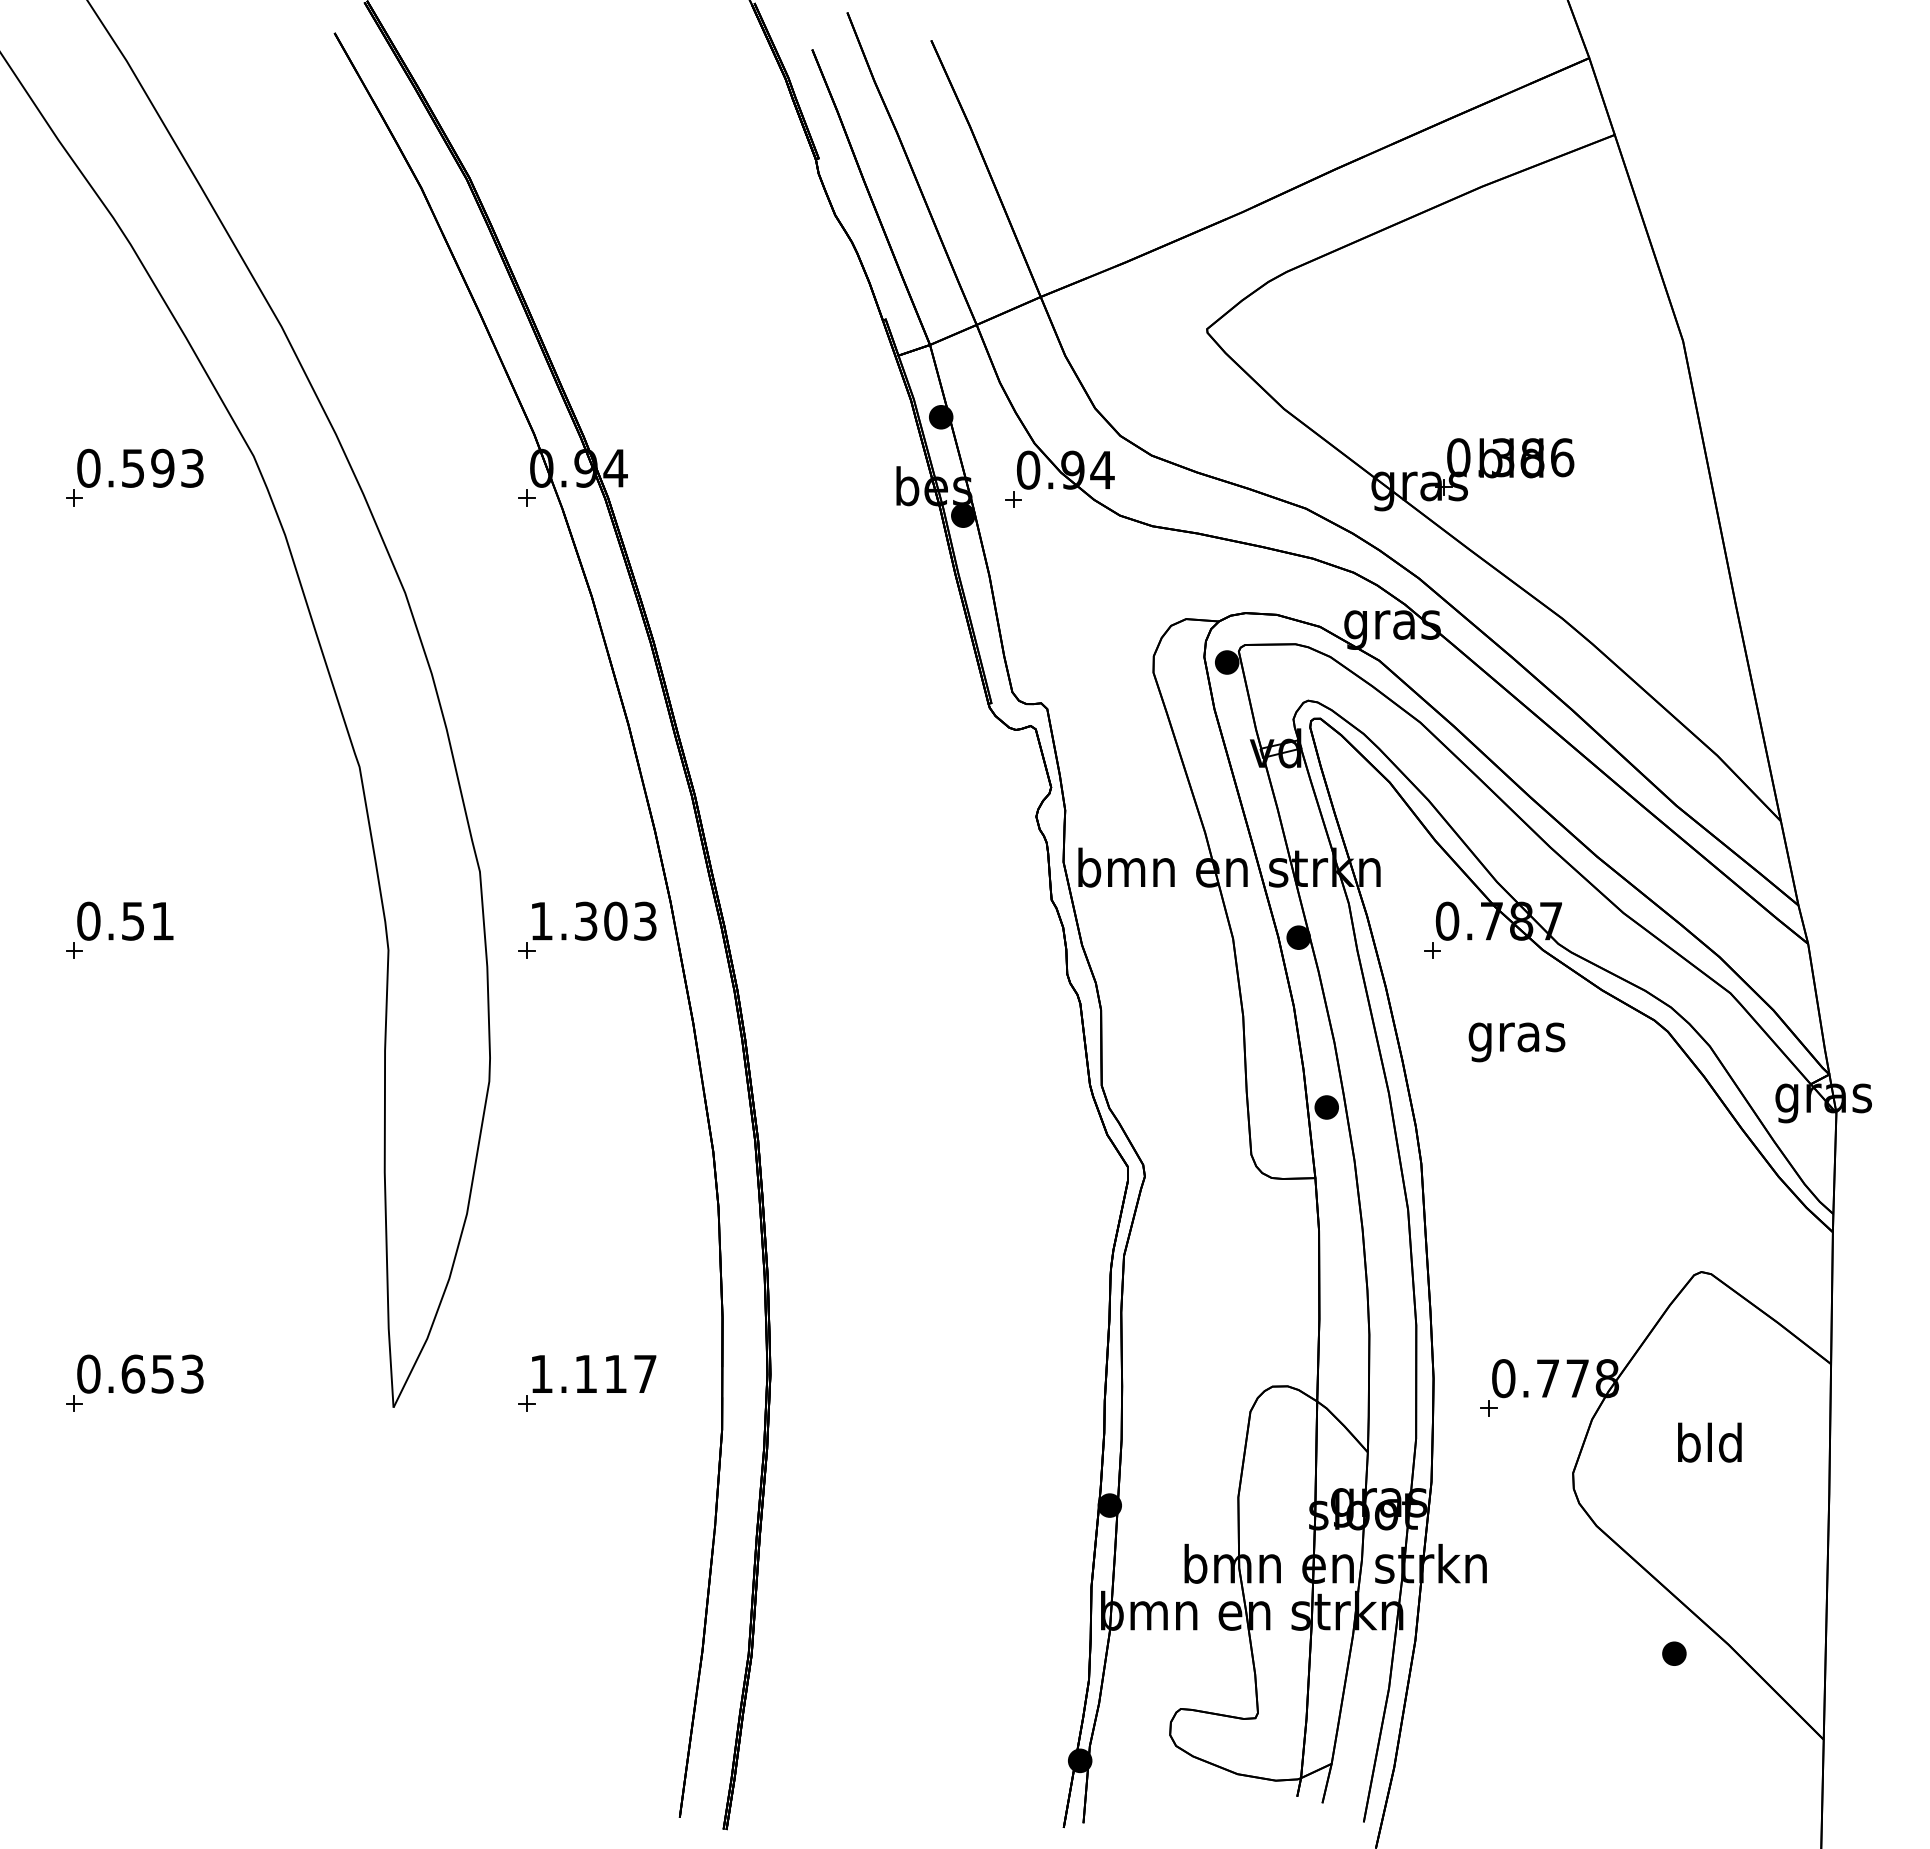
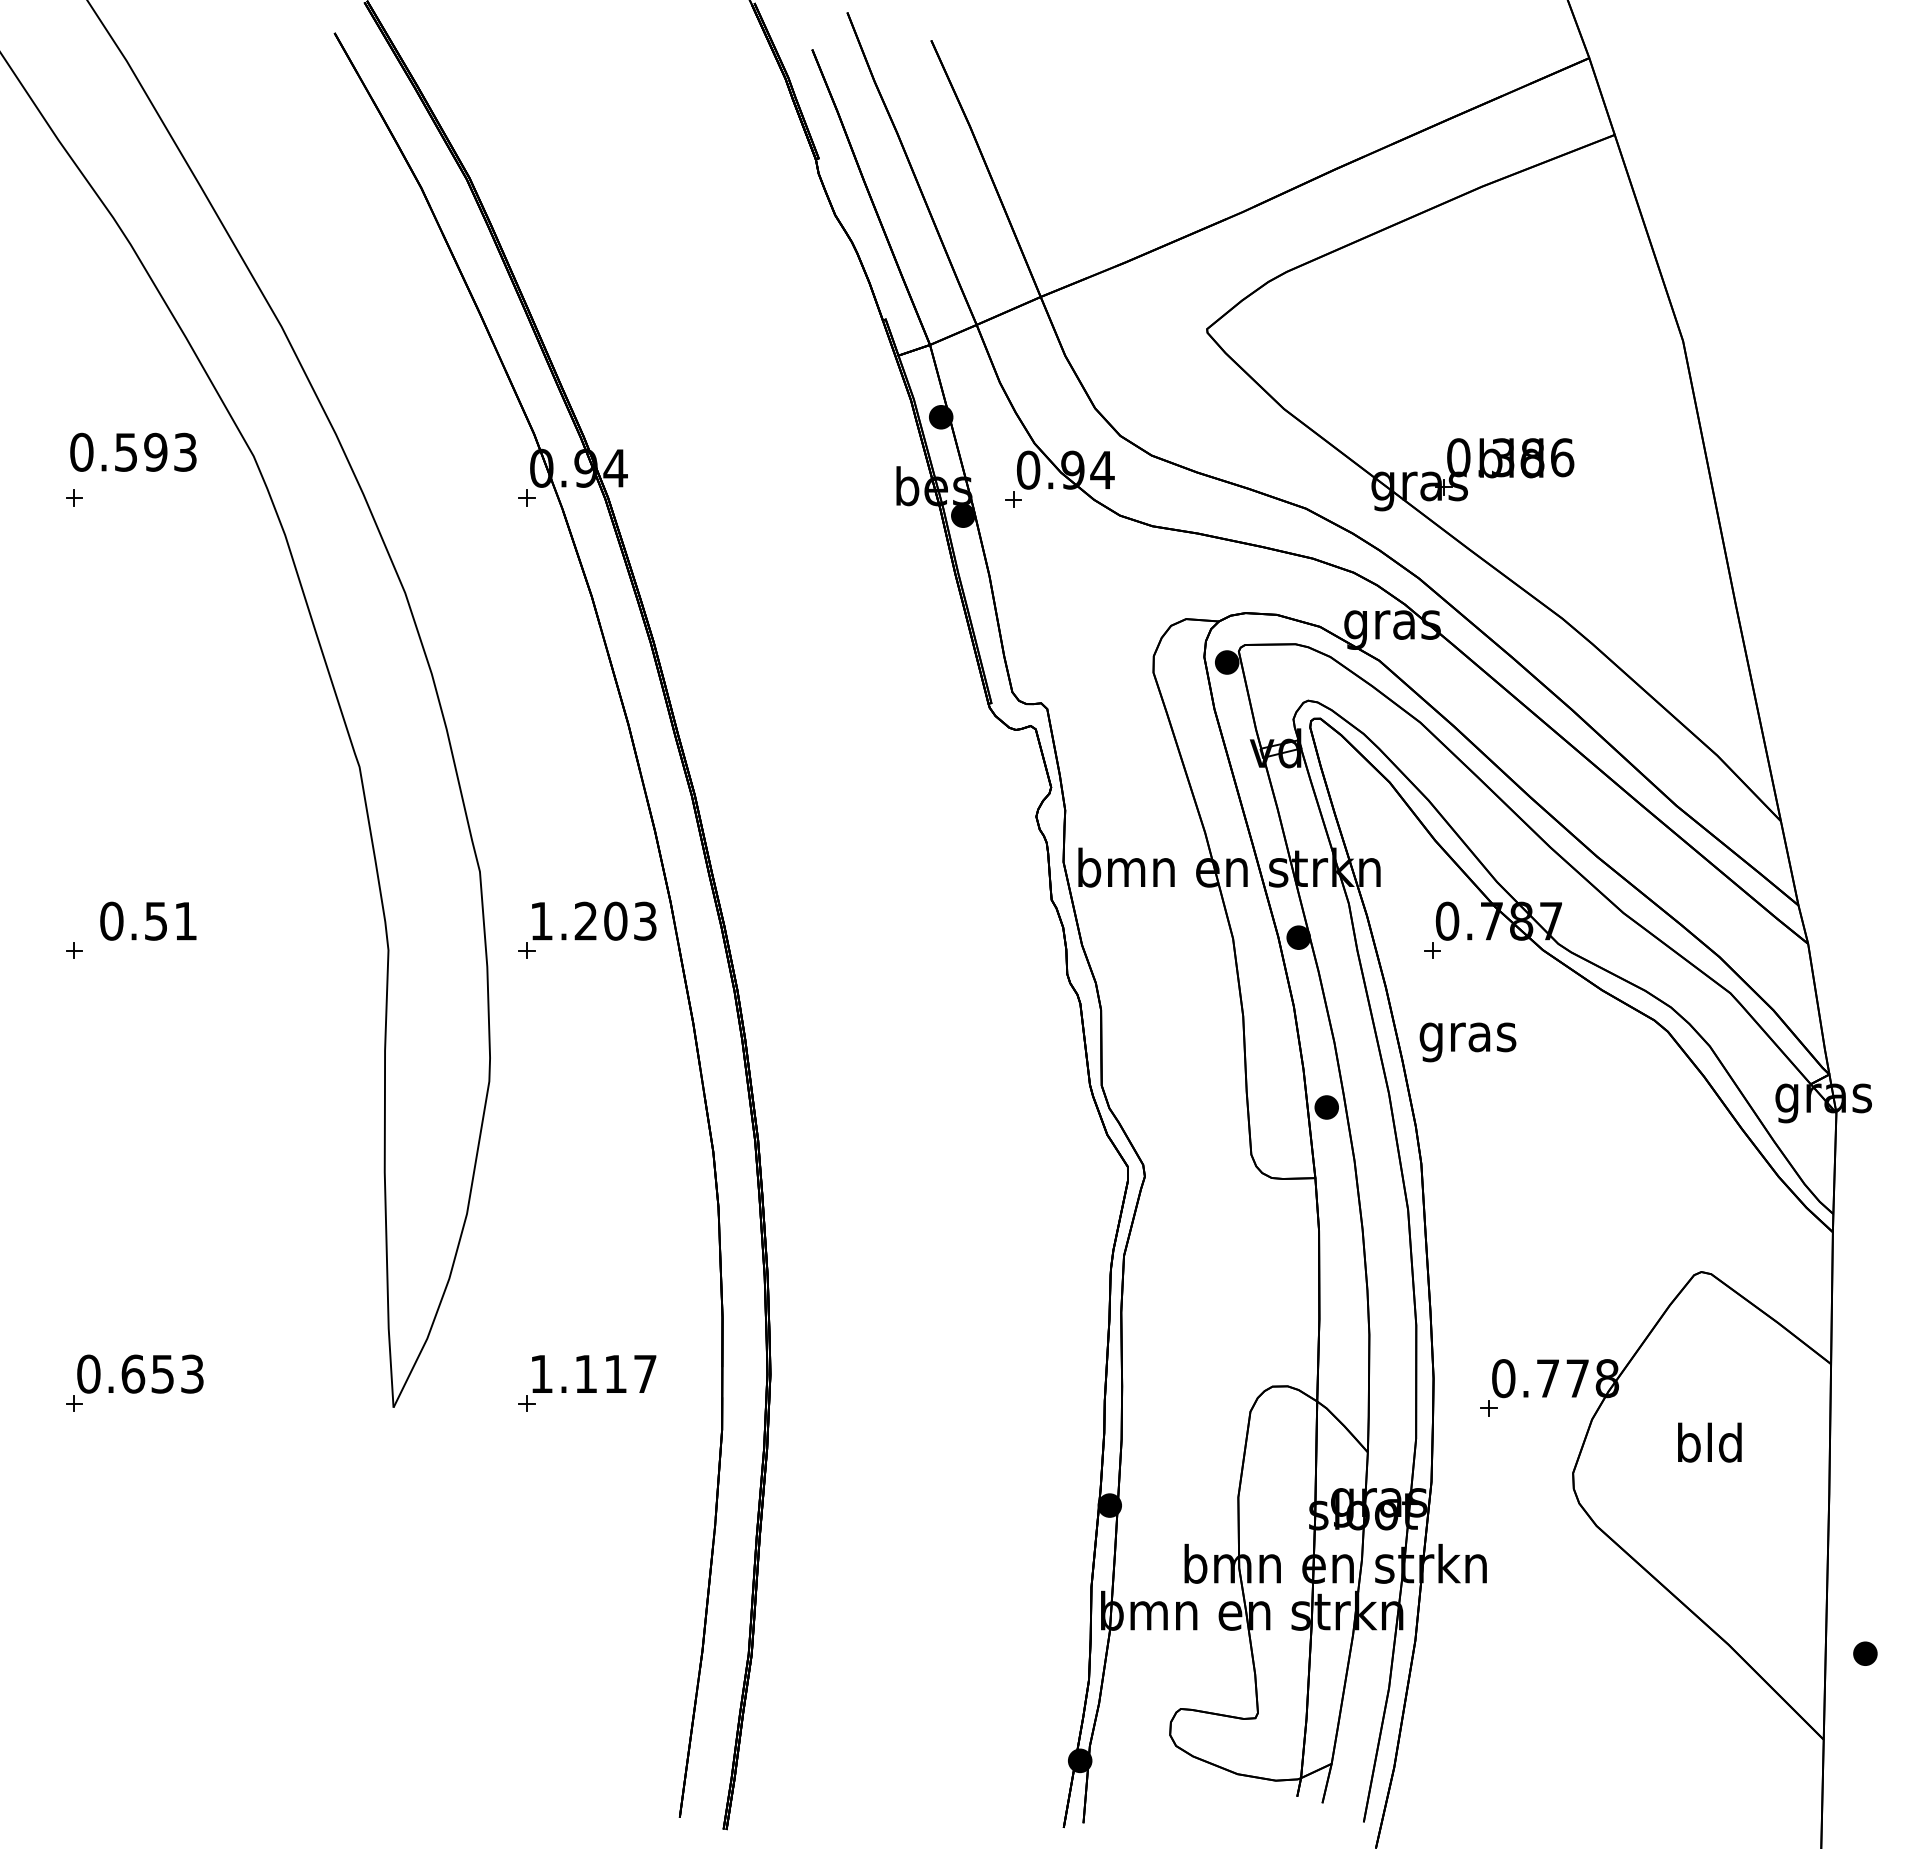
text at (140, 467) position: (140, 467) -> (133, 451)
text at (125, 920) position: (125, 920) -> (148, 920)
text at (585, 921): 1.303 -> 1.203
text at (1516, 1042) position: (1516, 1042) -> (1467, 1042)
part at (1674, 1653) position: (1674, 1653) -> (1865, 1653)
